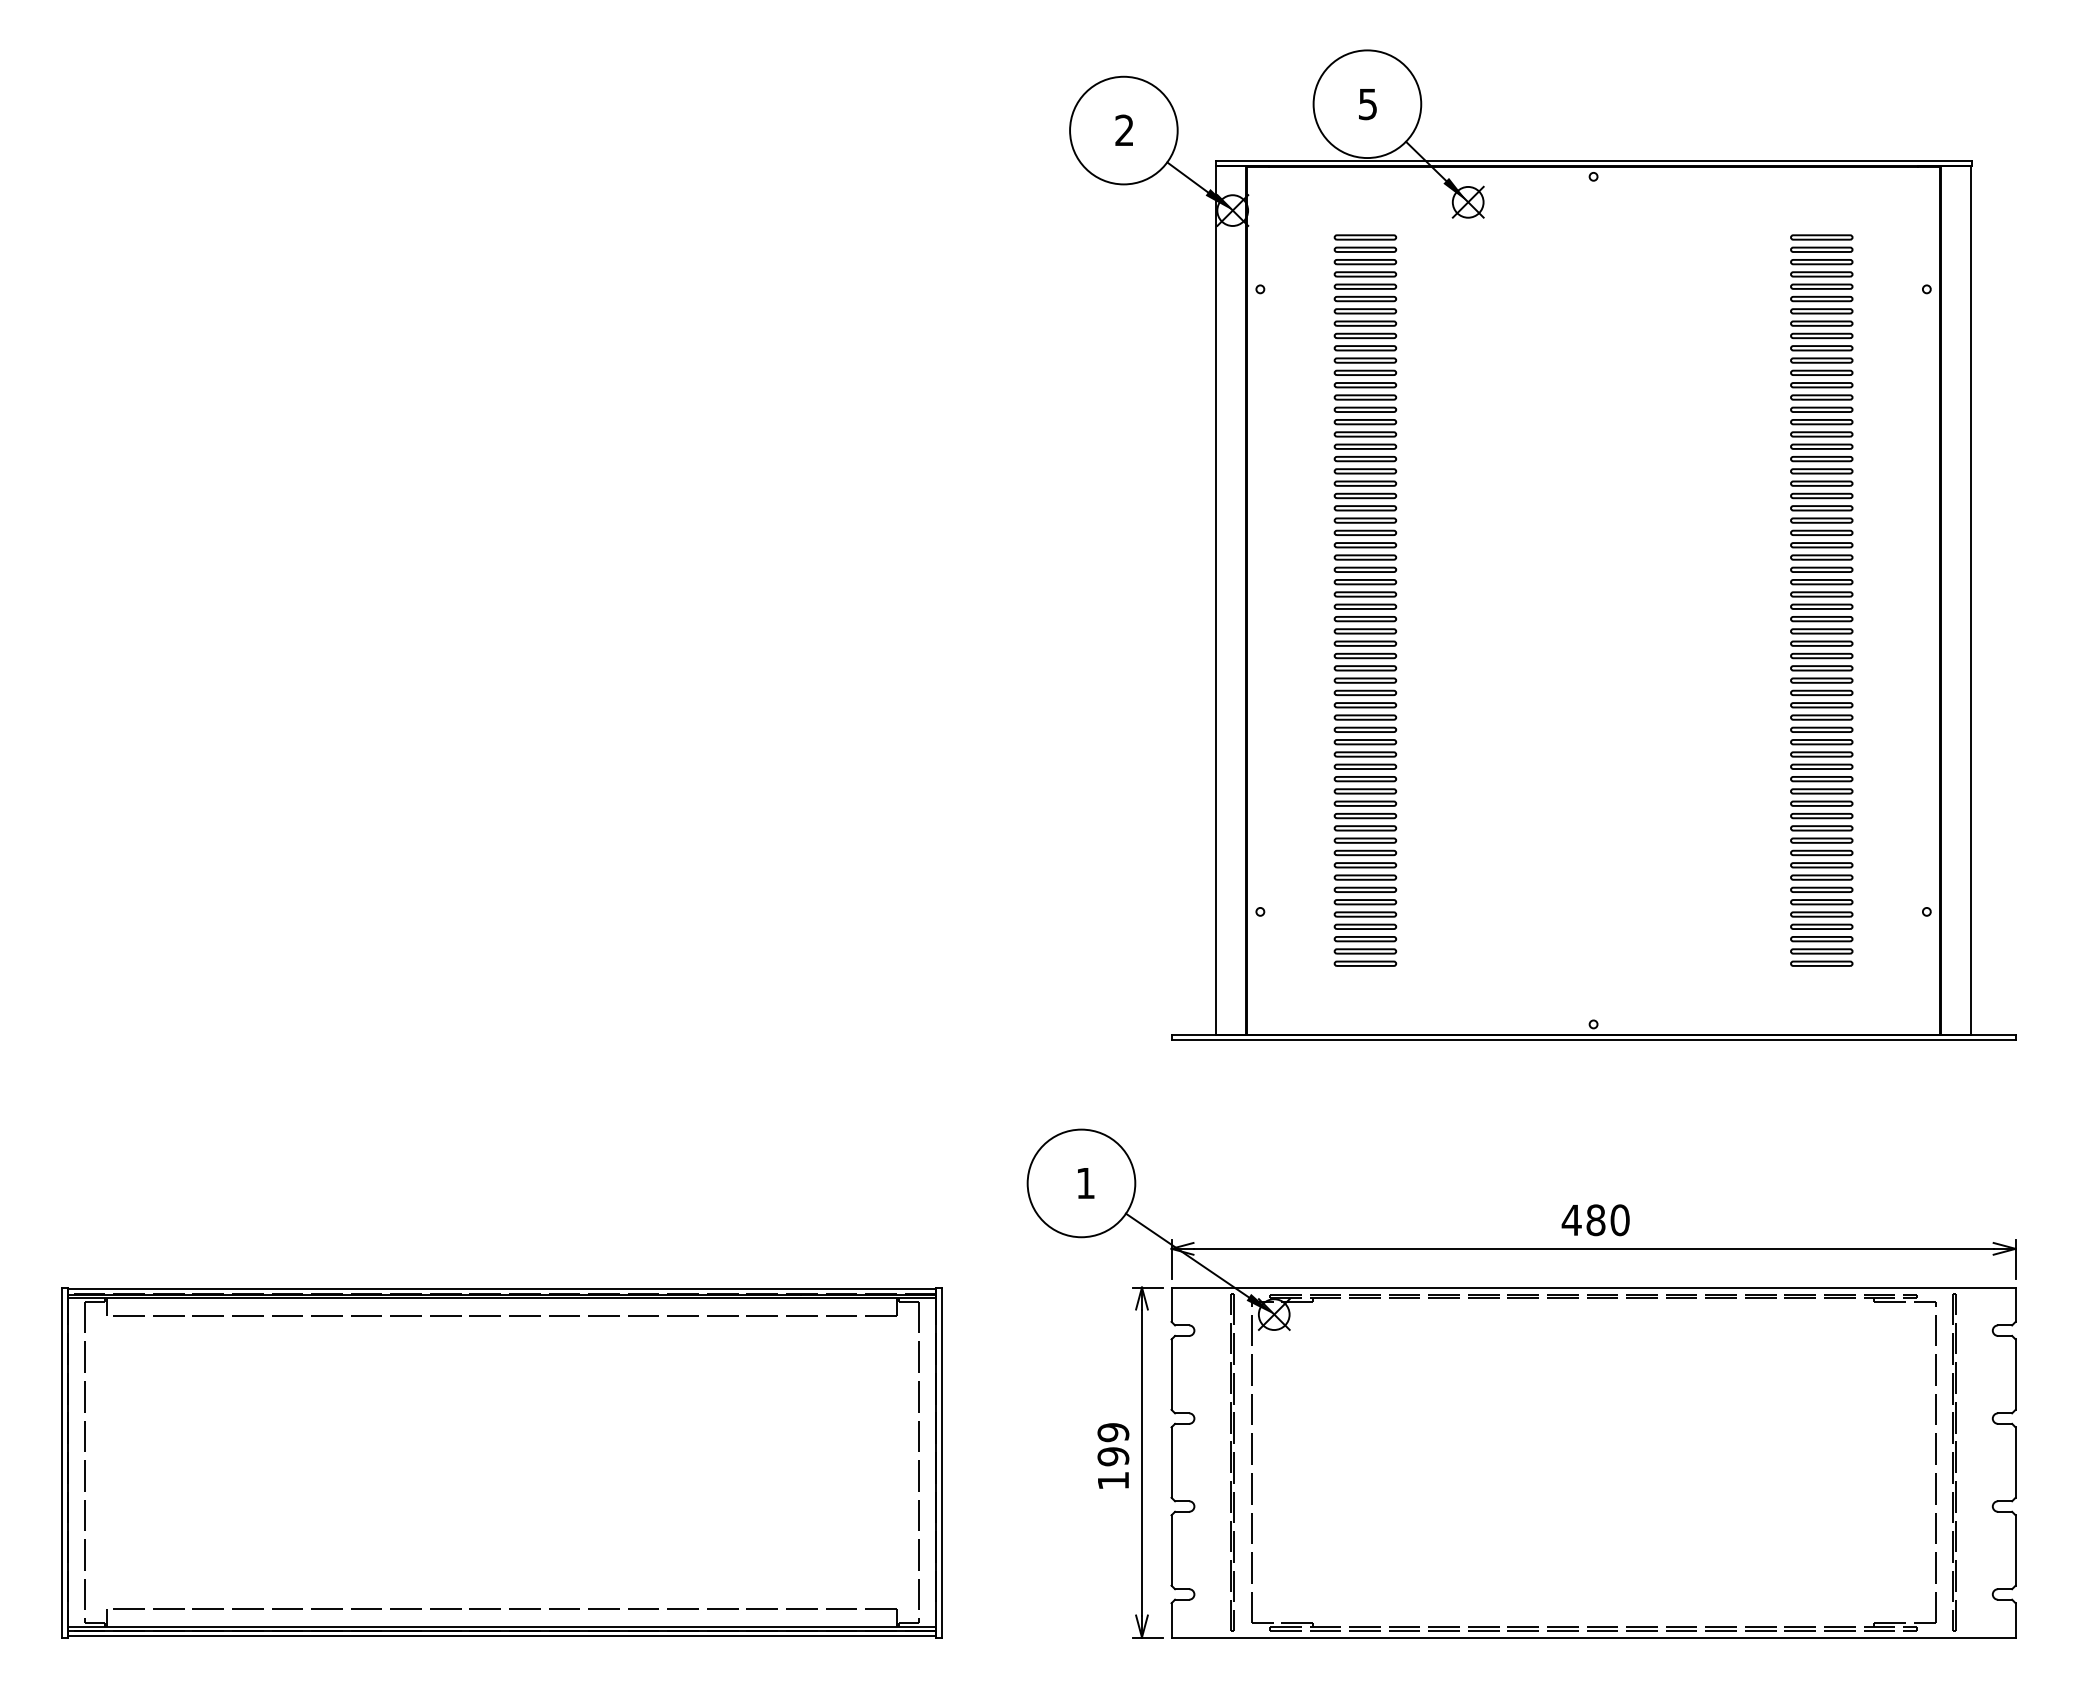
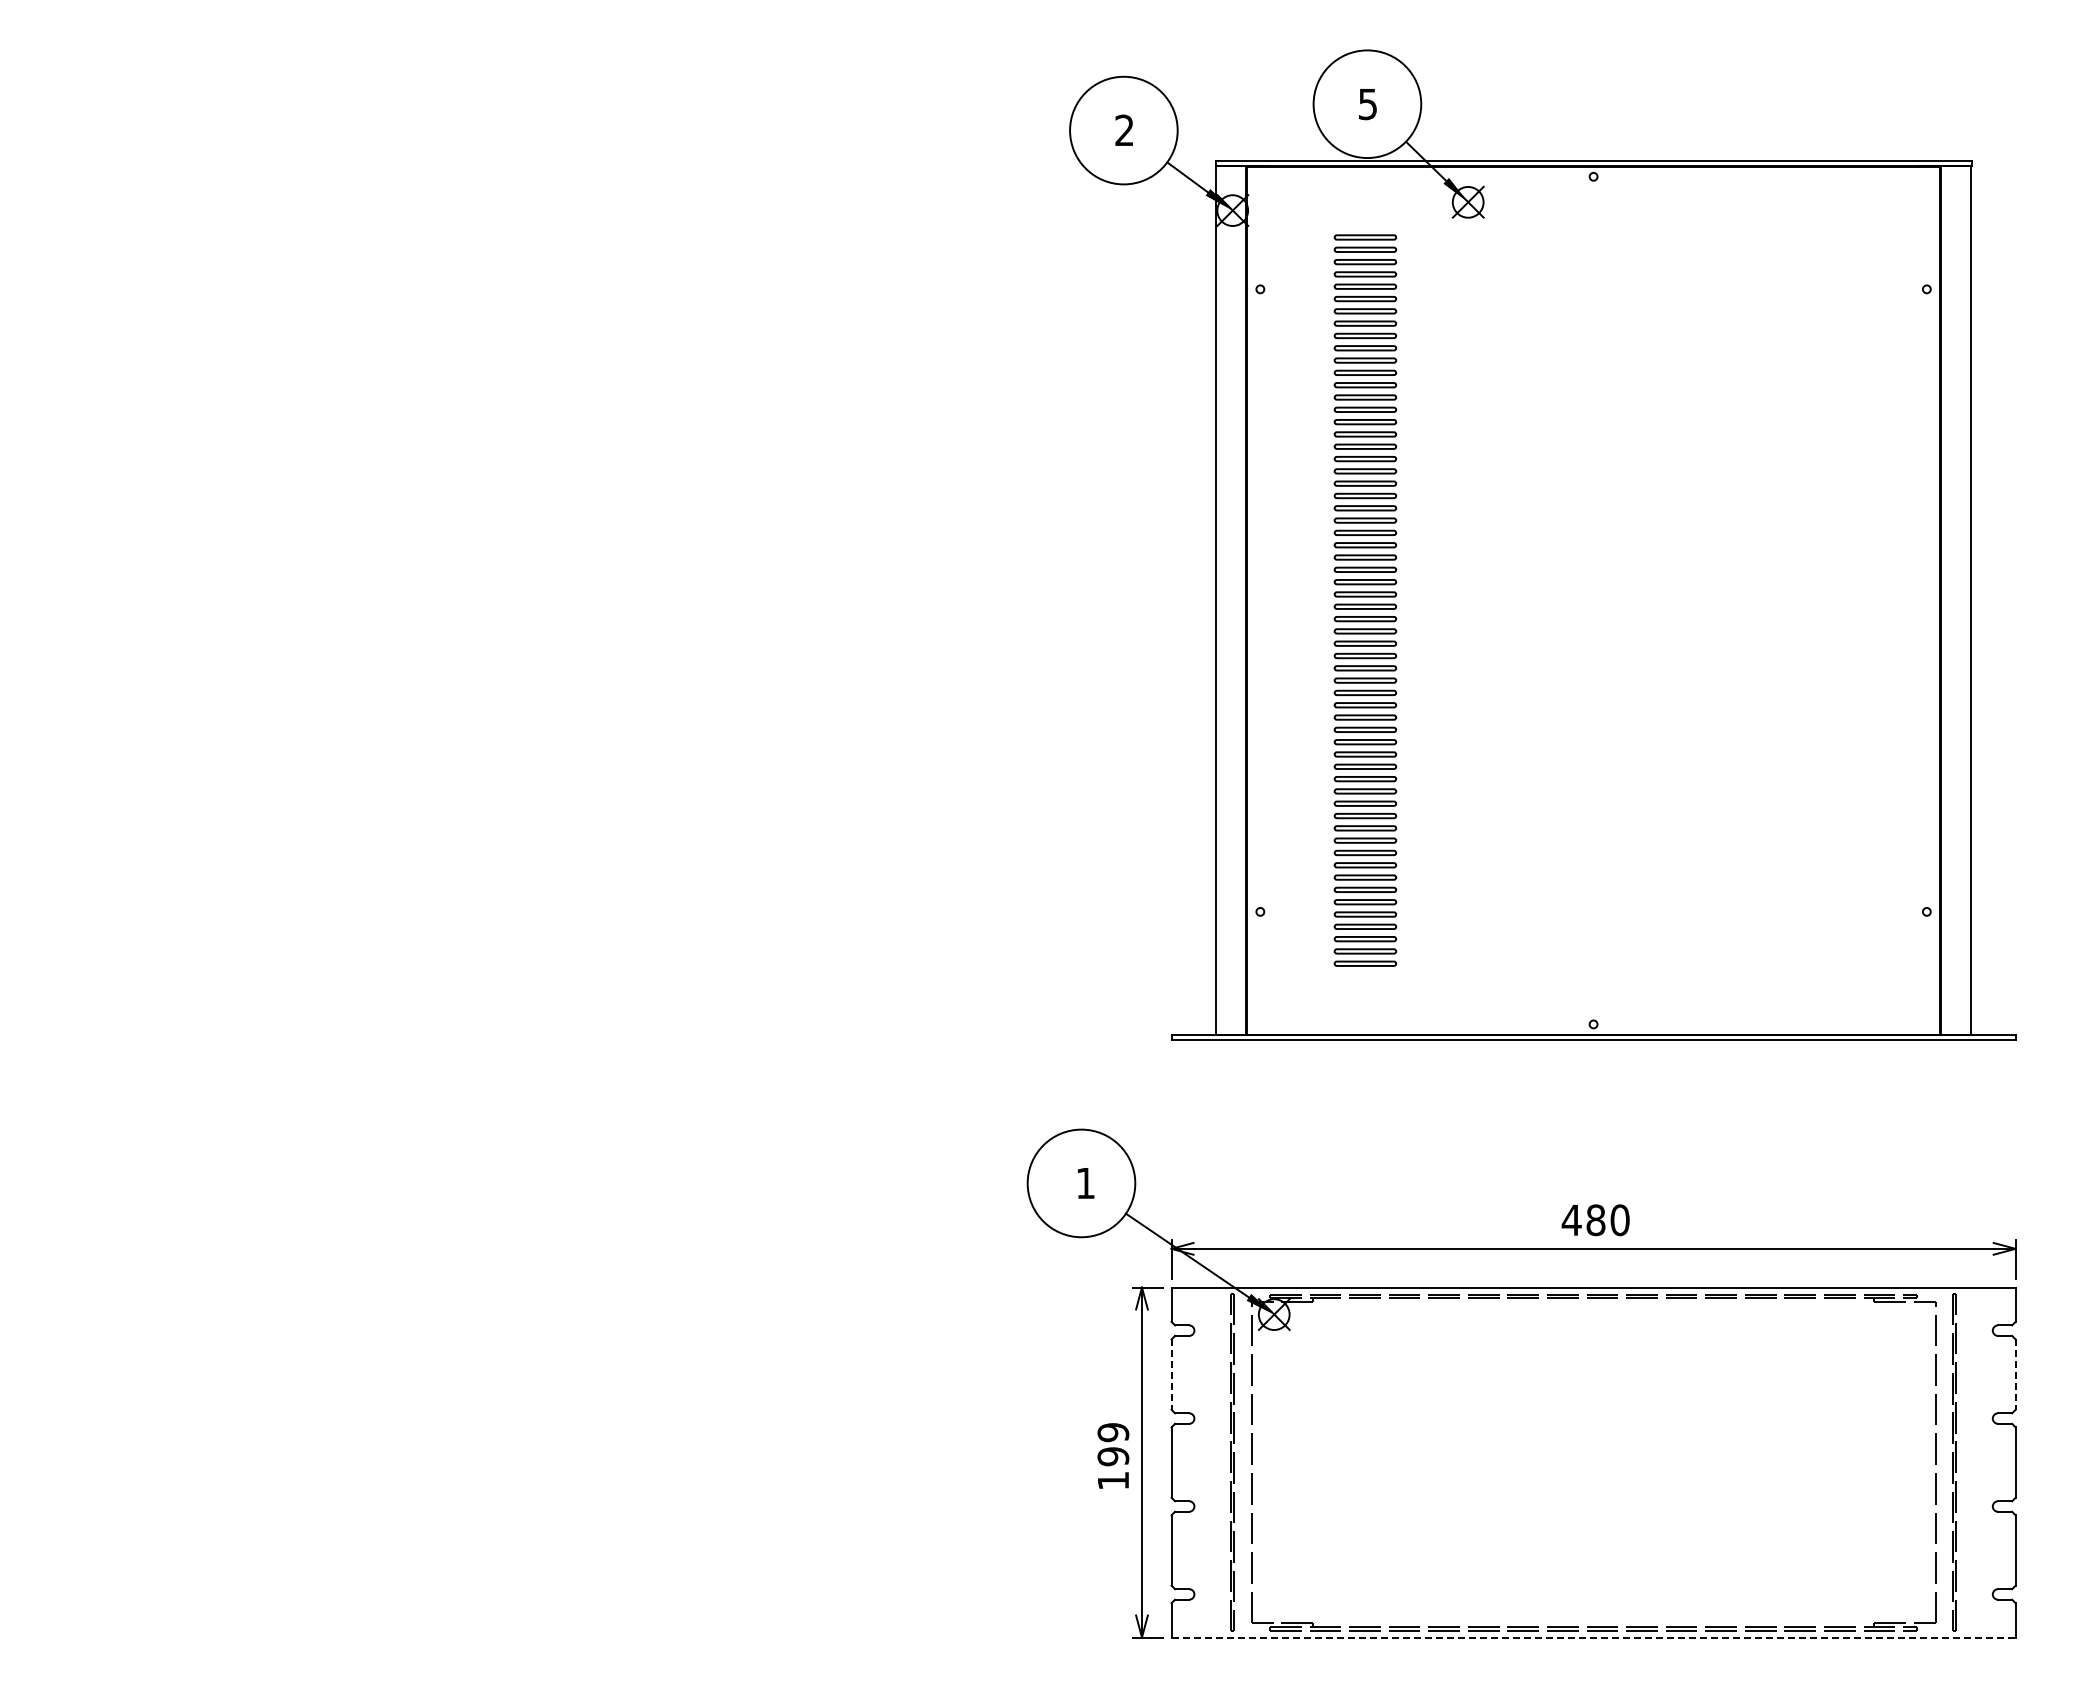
part at (1821, 600): present -> none
line at (1171, 1375): solid -> dashed
line at (2015, 1375): solid -> dashed
part at (501, 1462): present -> none
line at (1594, 1637): solid -> dashed
